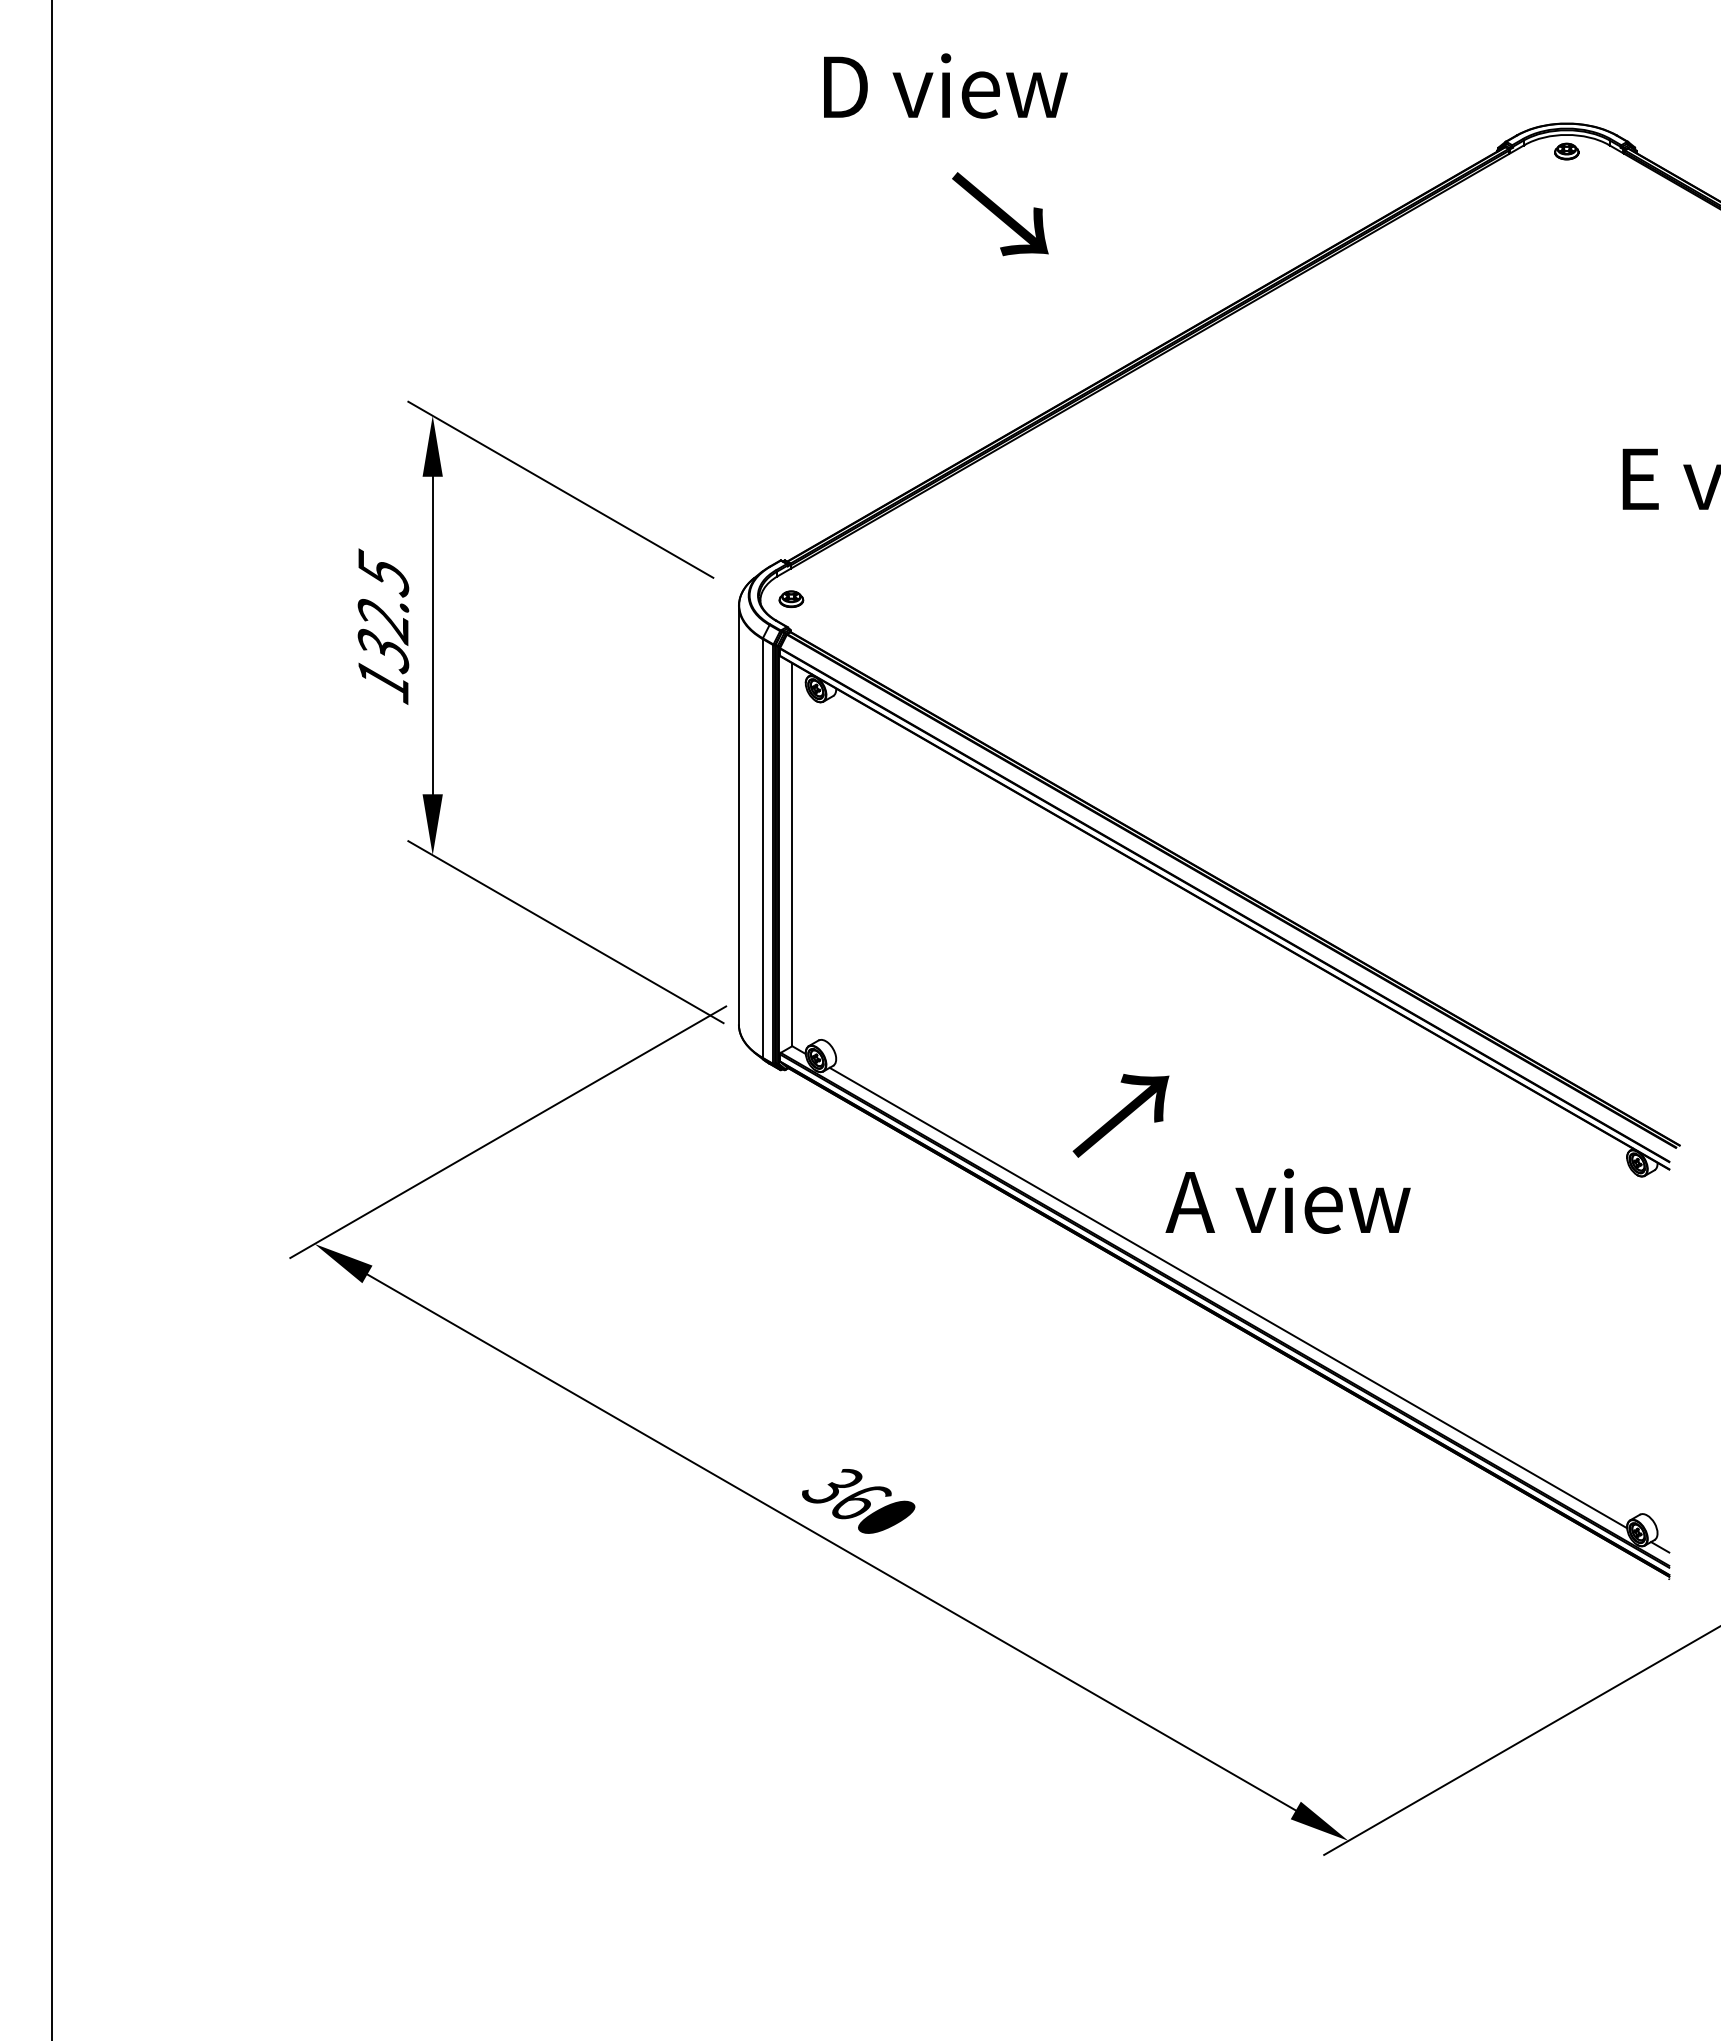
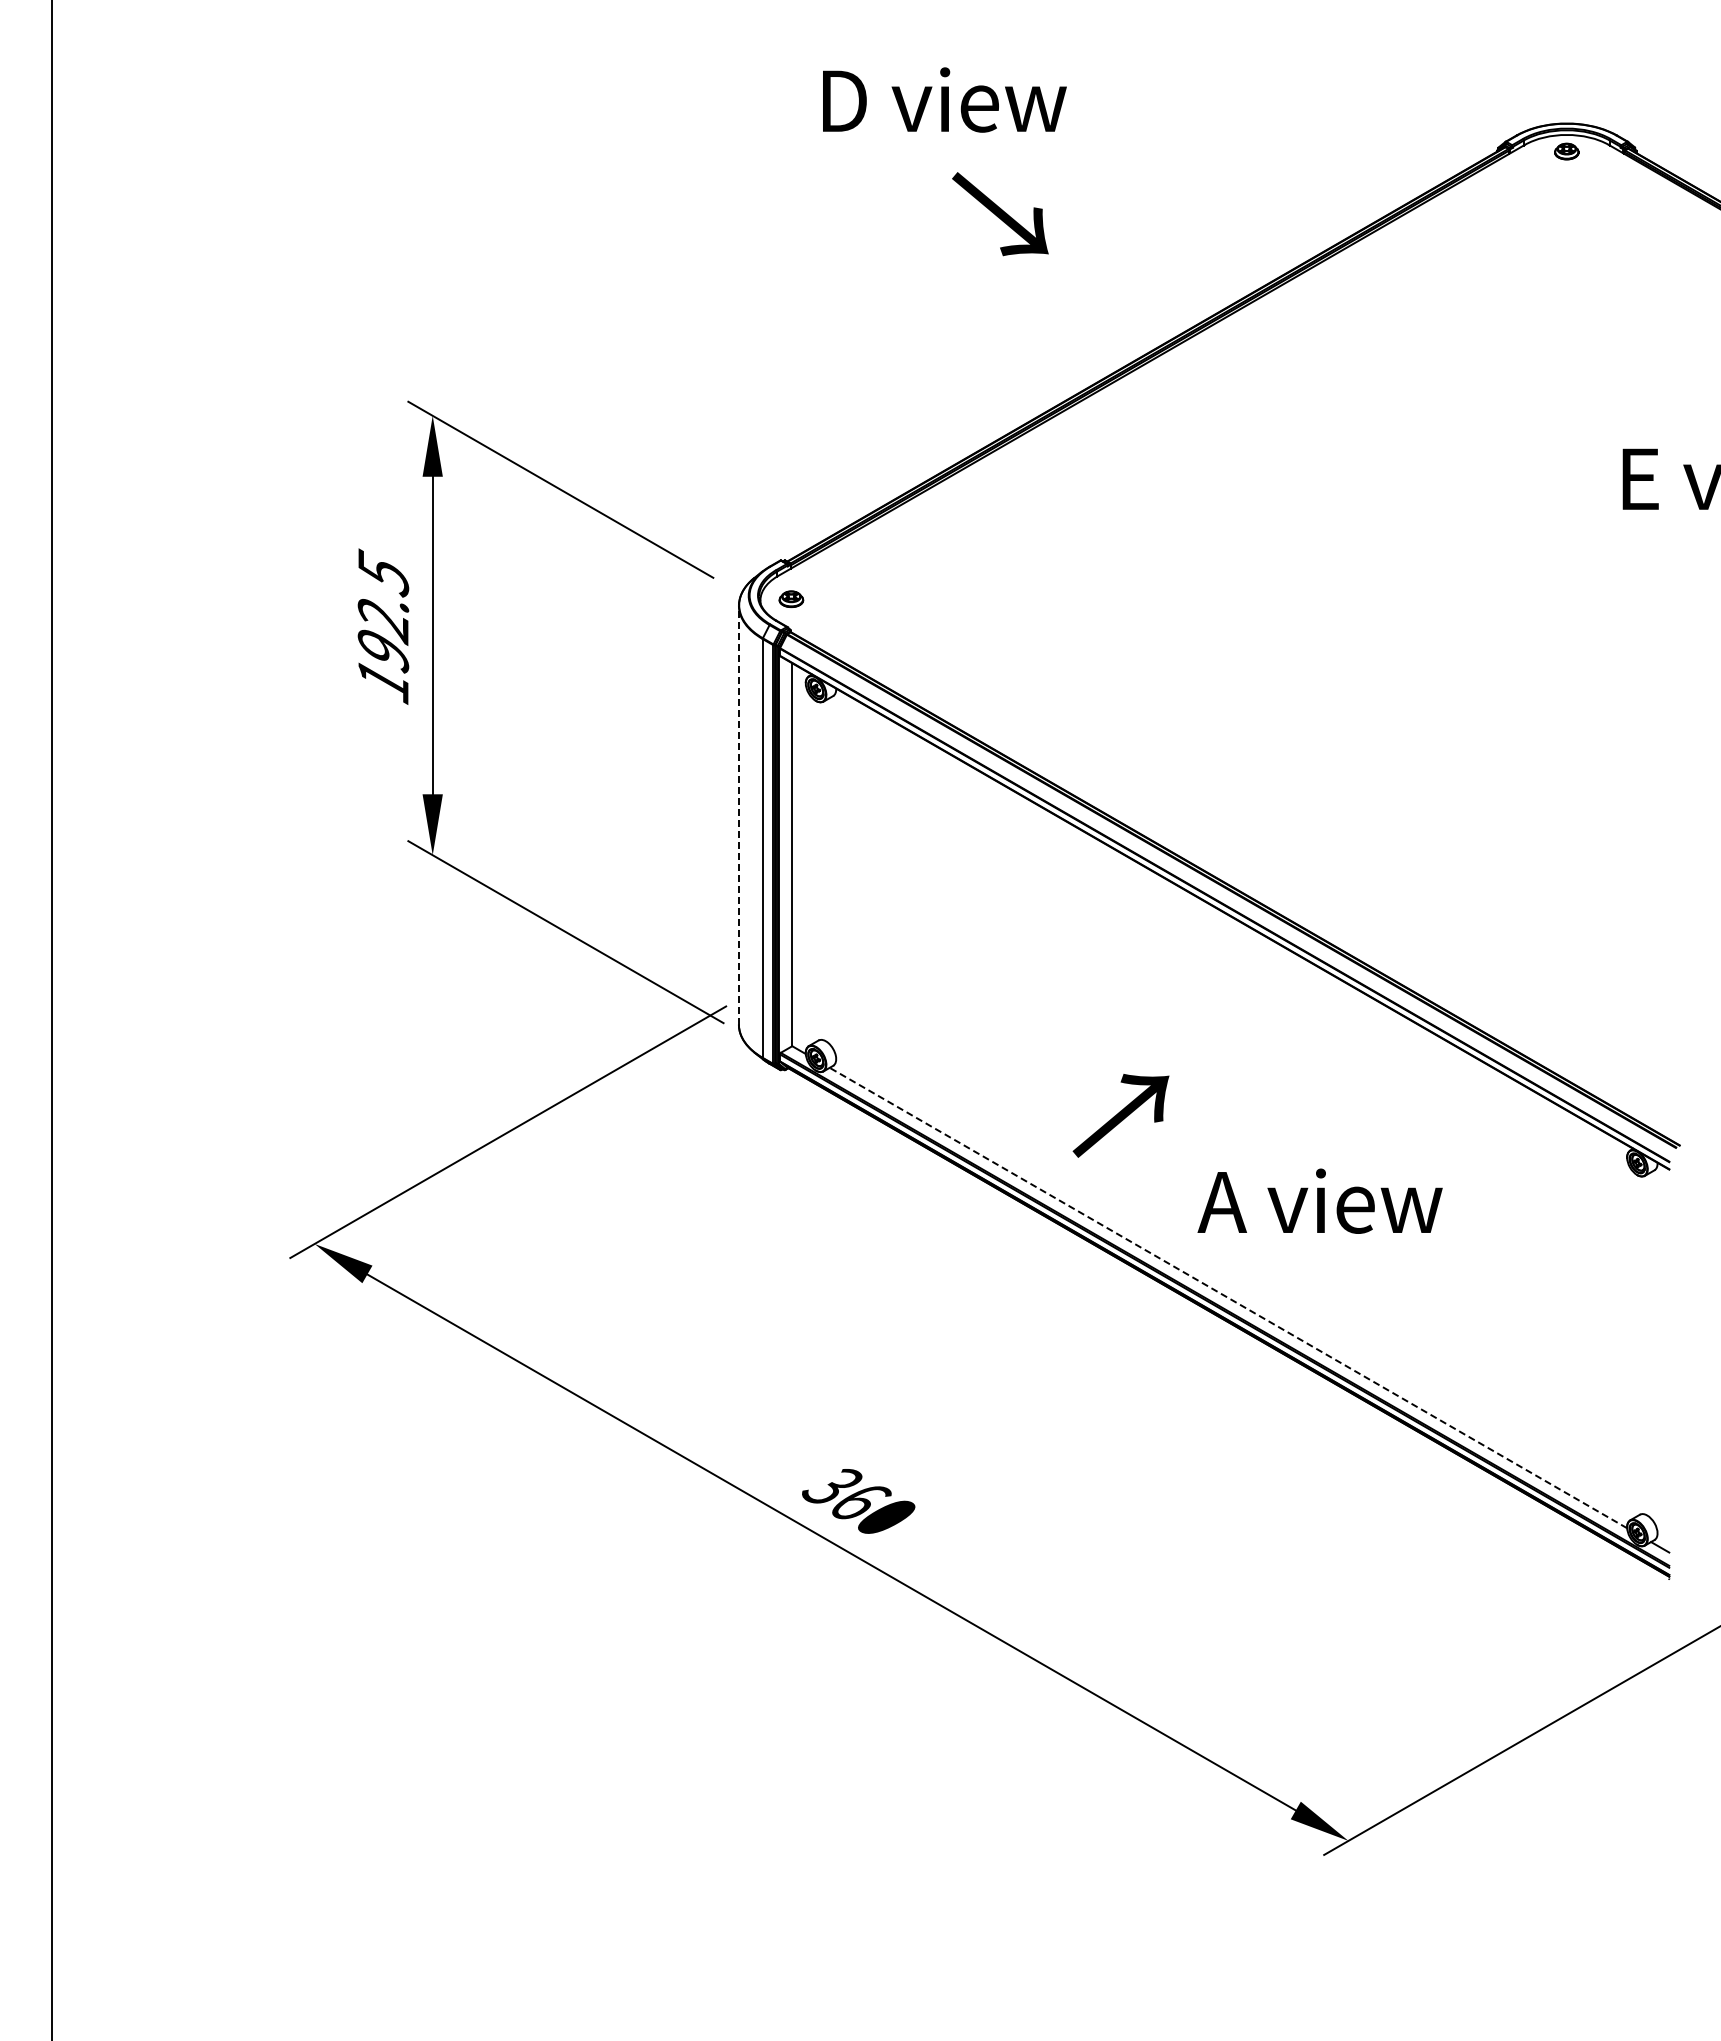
text at (945, 85) position: (945, 85) -> (944, 99)
text at (383, 651): 132.5 -> 192.5
line at (738, 814): solid -> dashed
text at (1287, 1200) position: (1287, 1200) -> (1319, 1200)
line at (1228, 1297): solid -> dashed
